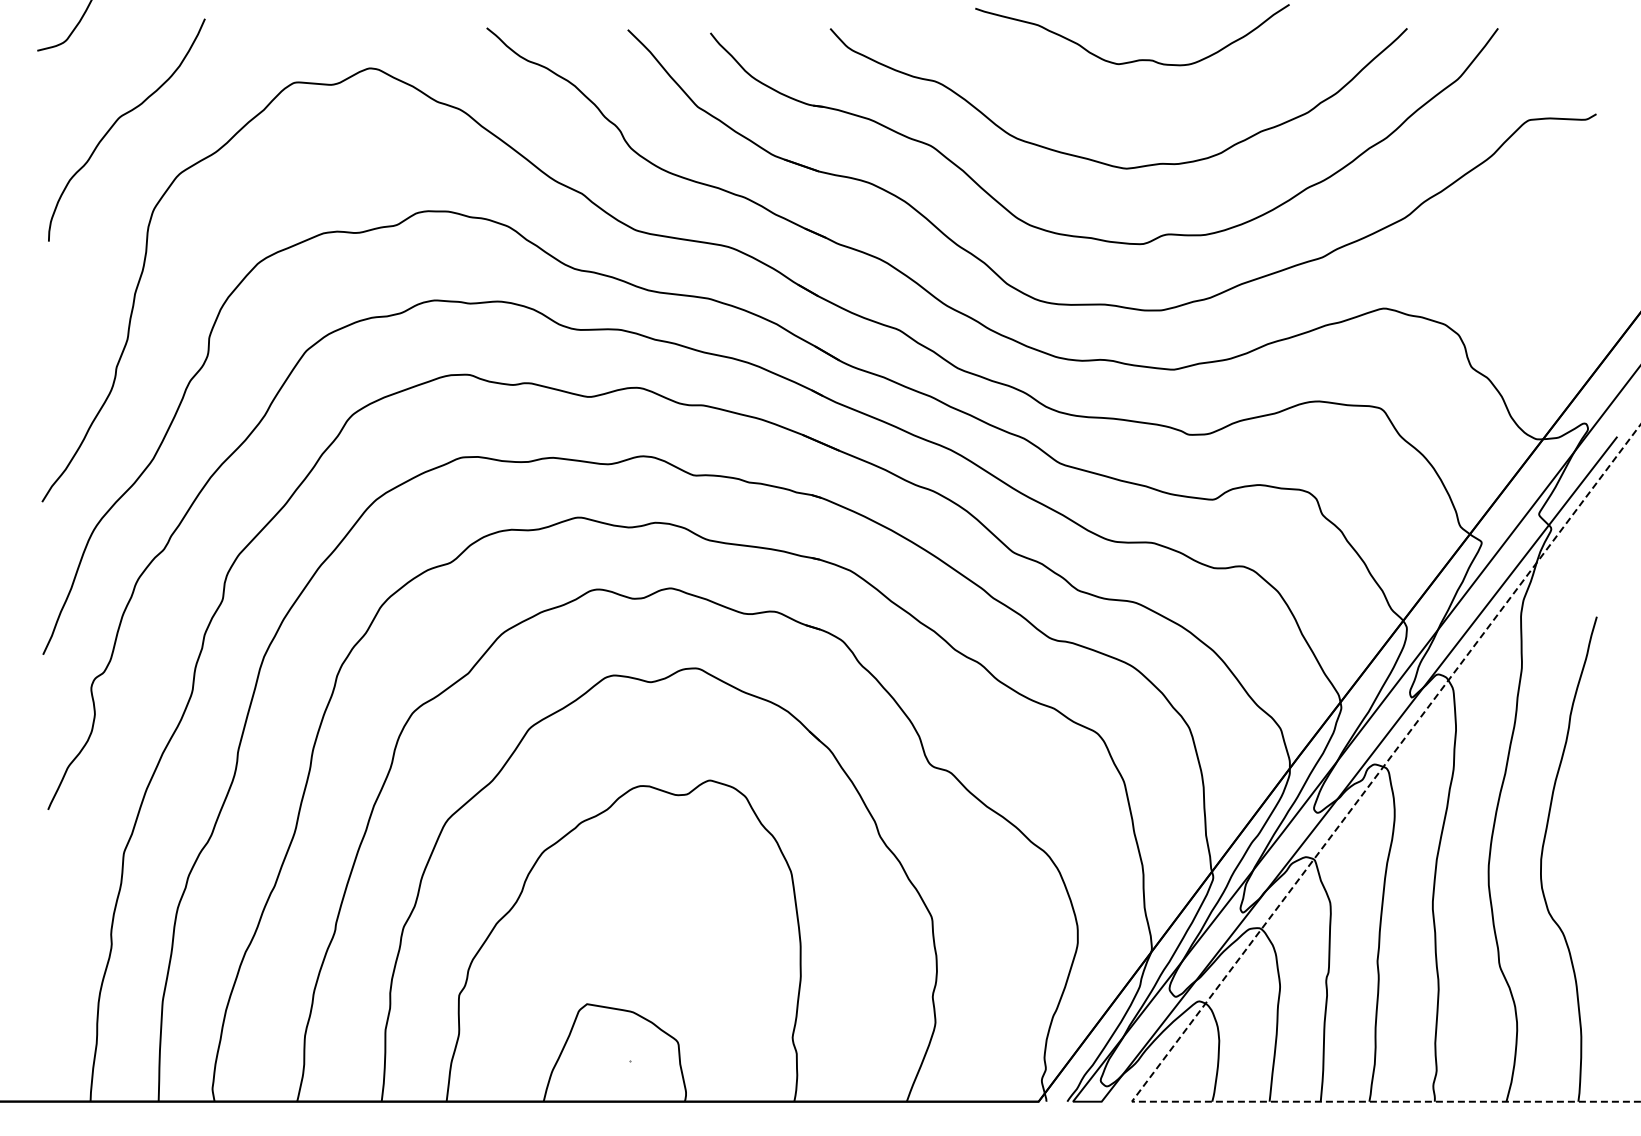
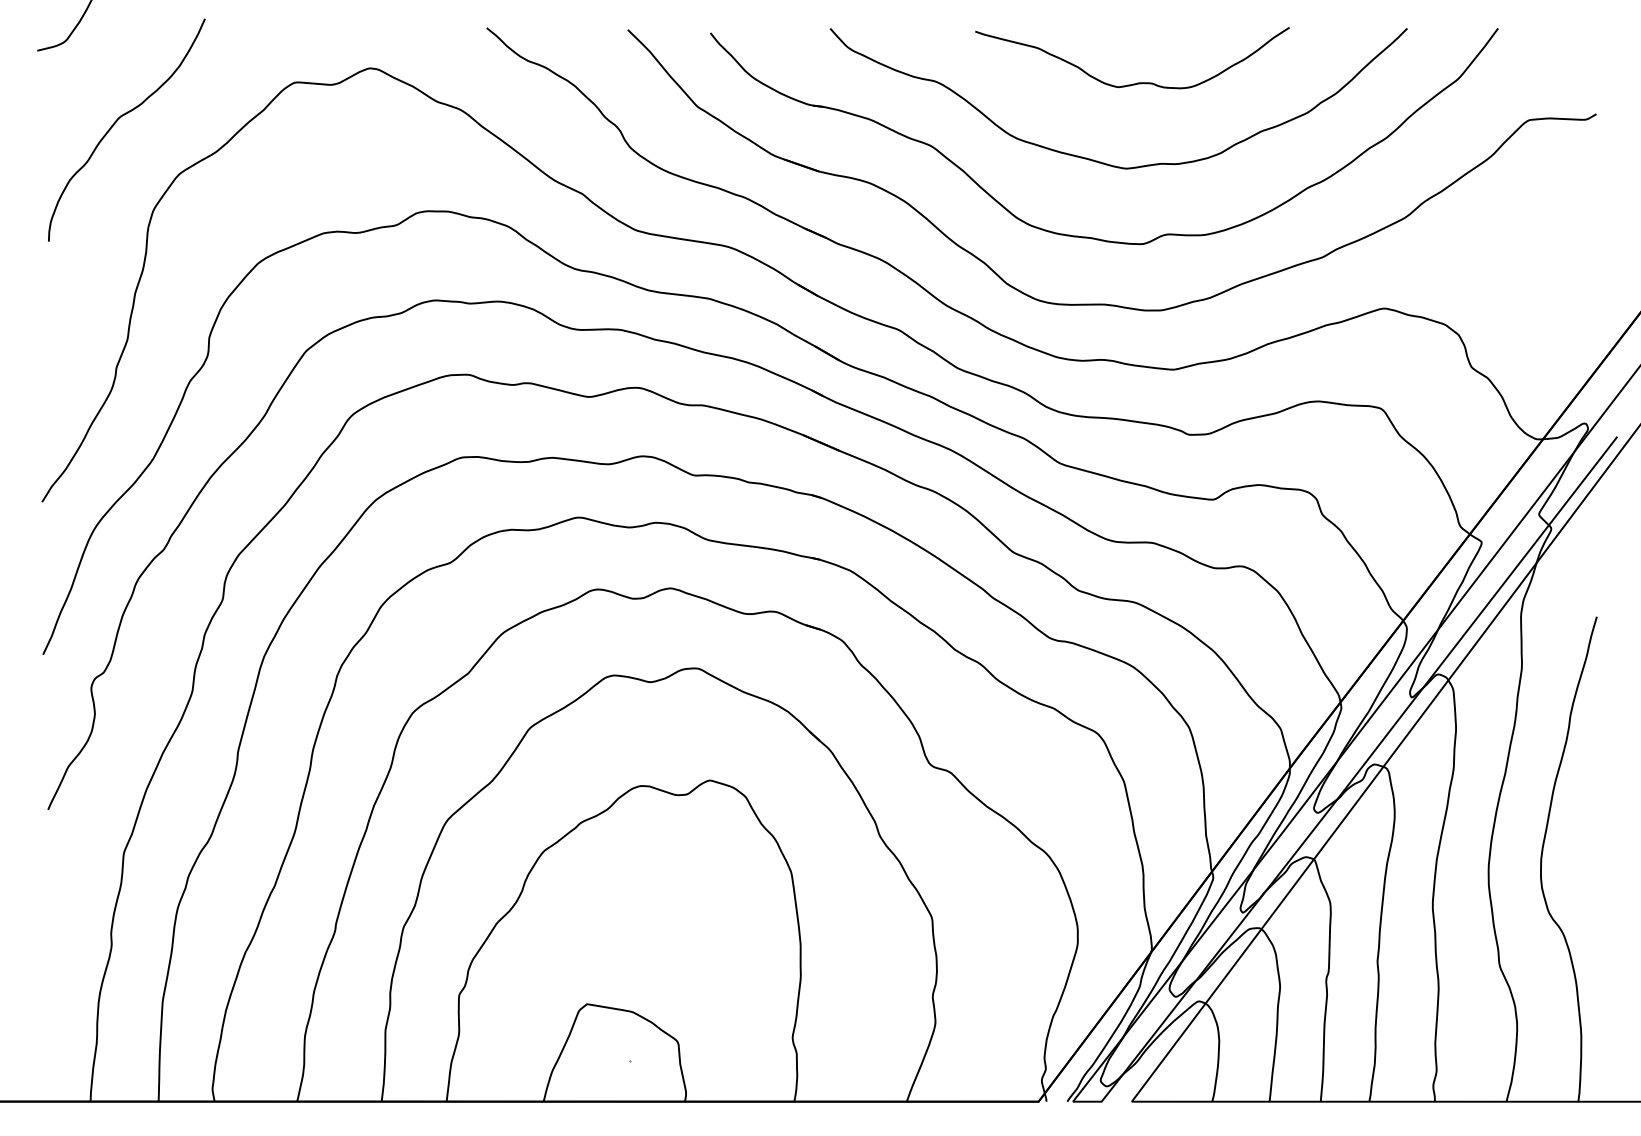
curve at (1137, 59) position: (1137, 59) -> (1137, 82)
line at (1233, 966): dashed -> solid
